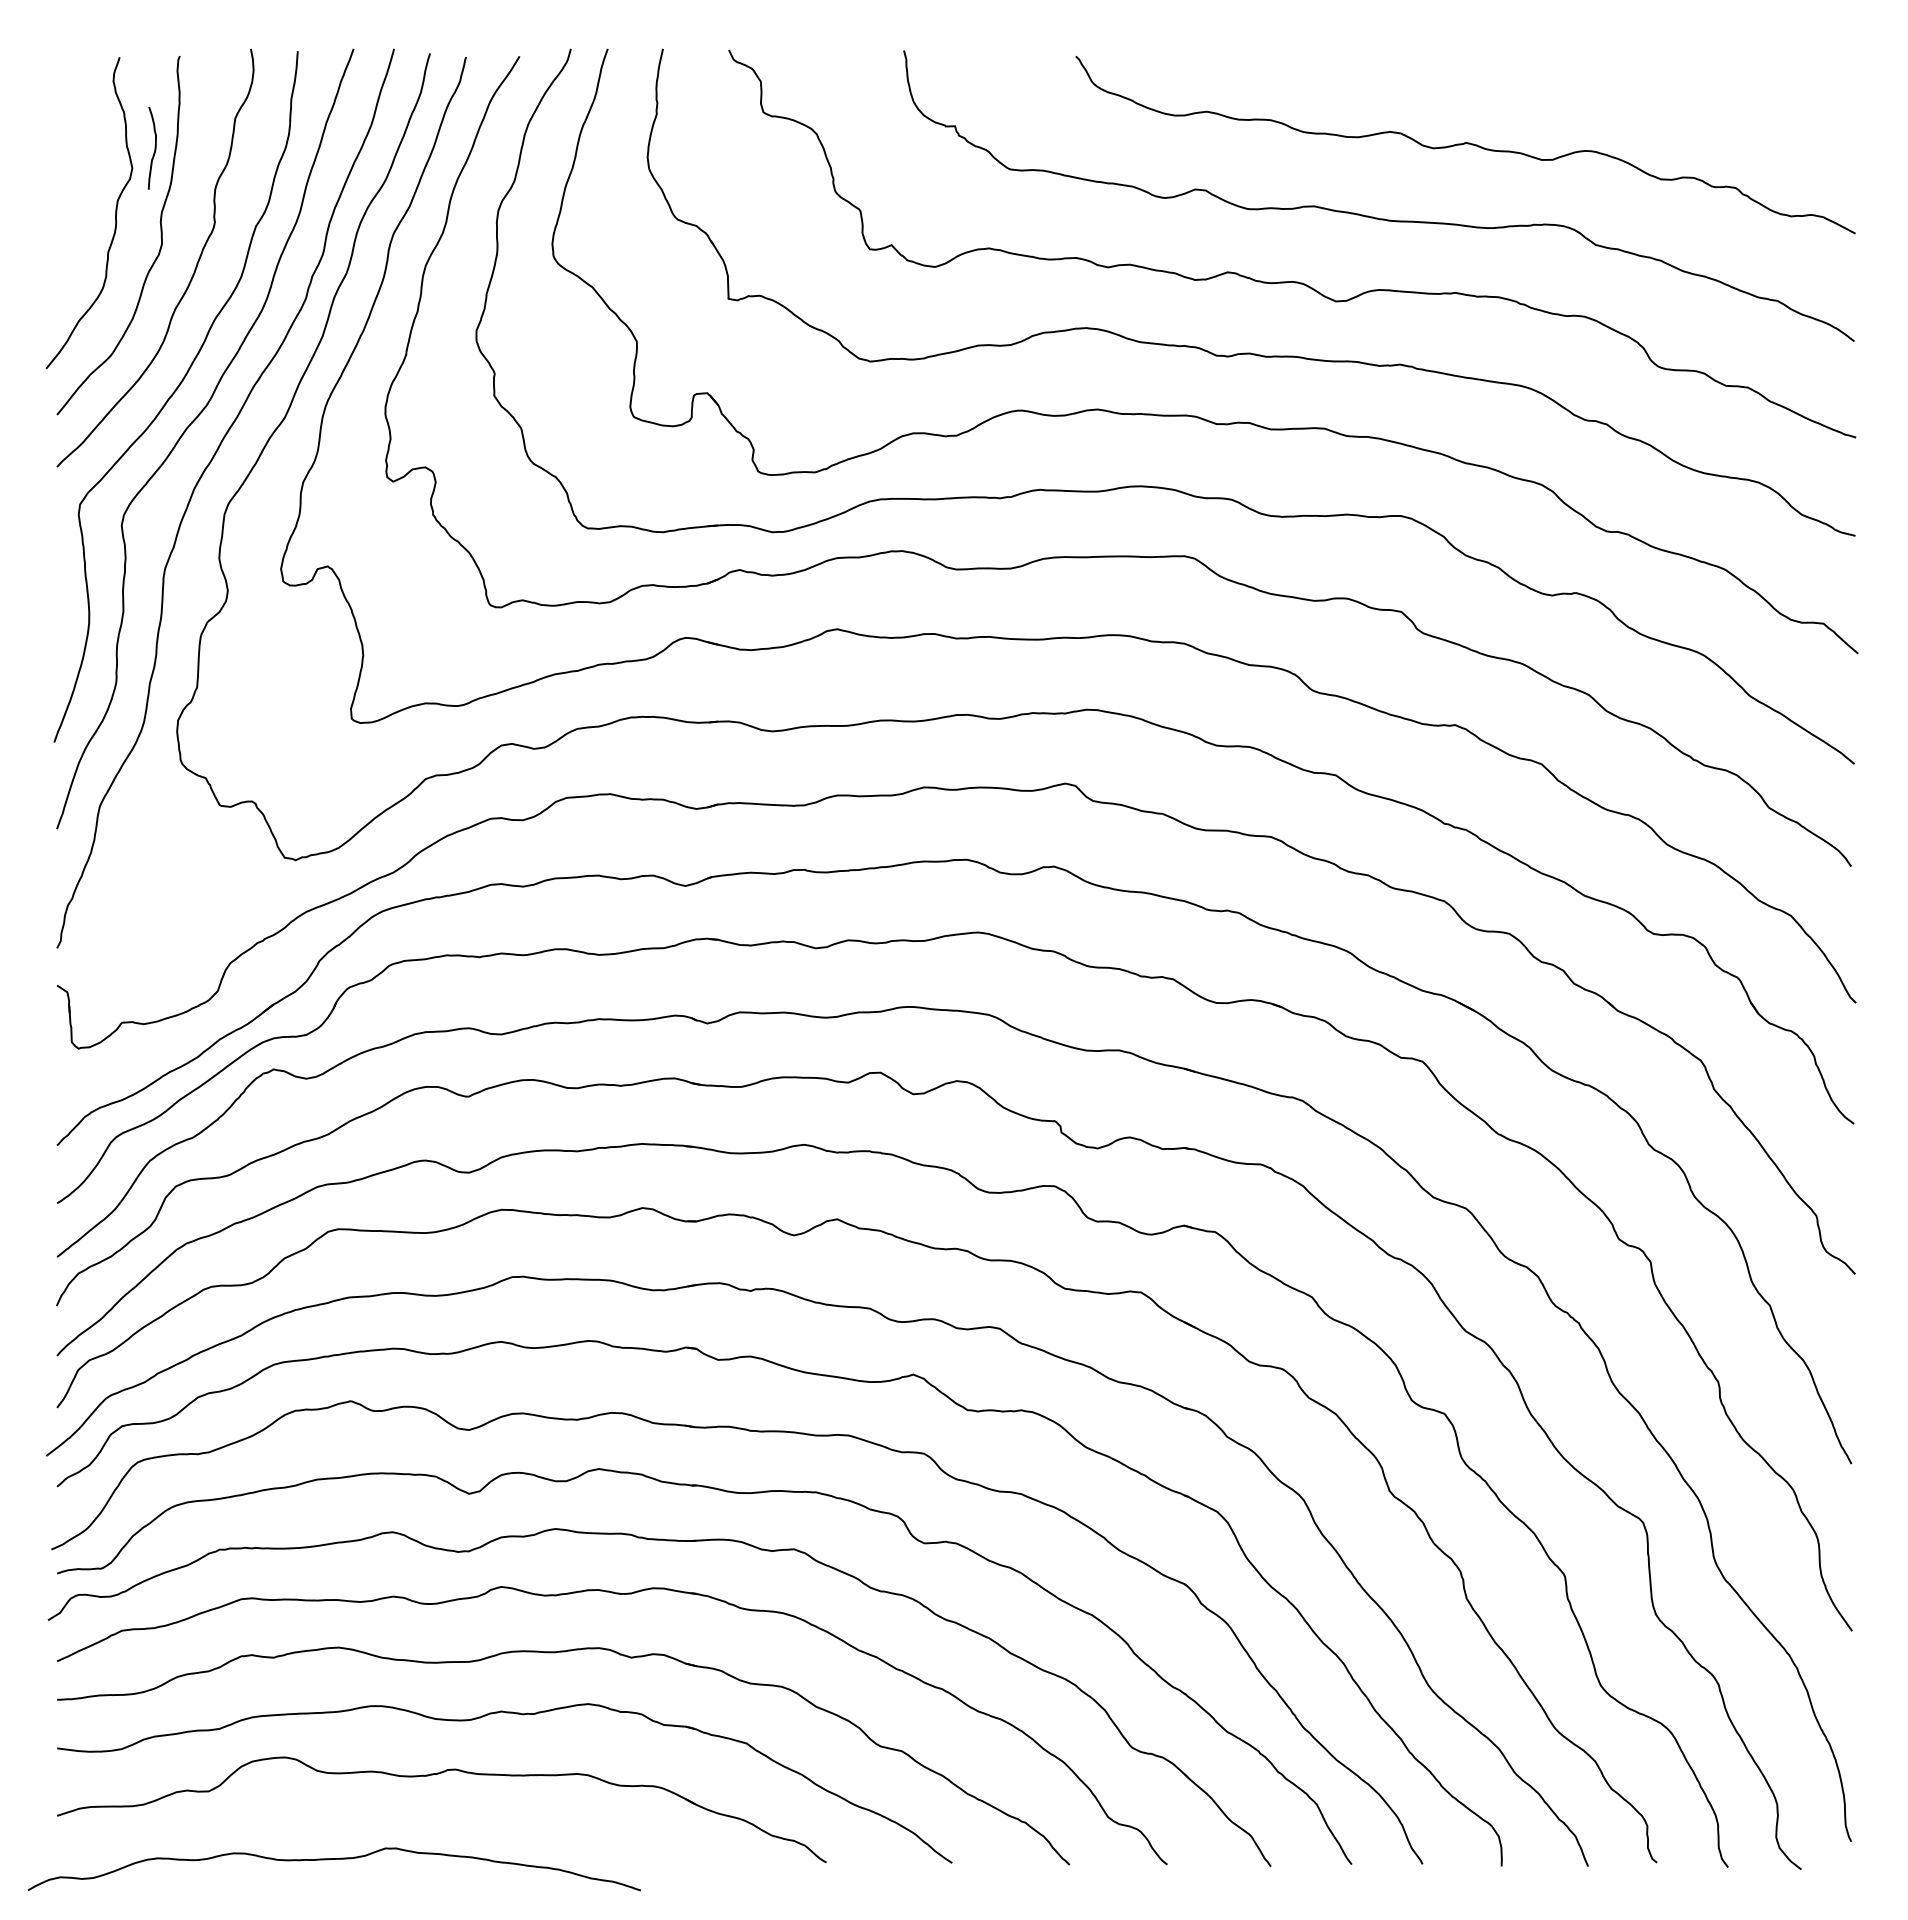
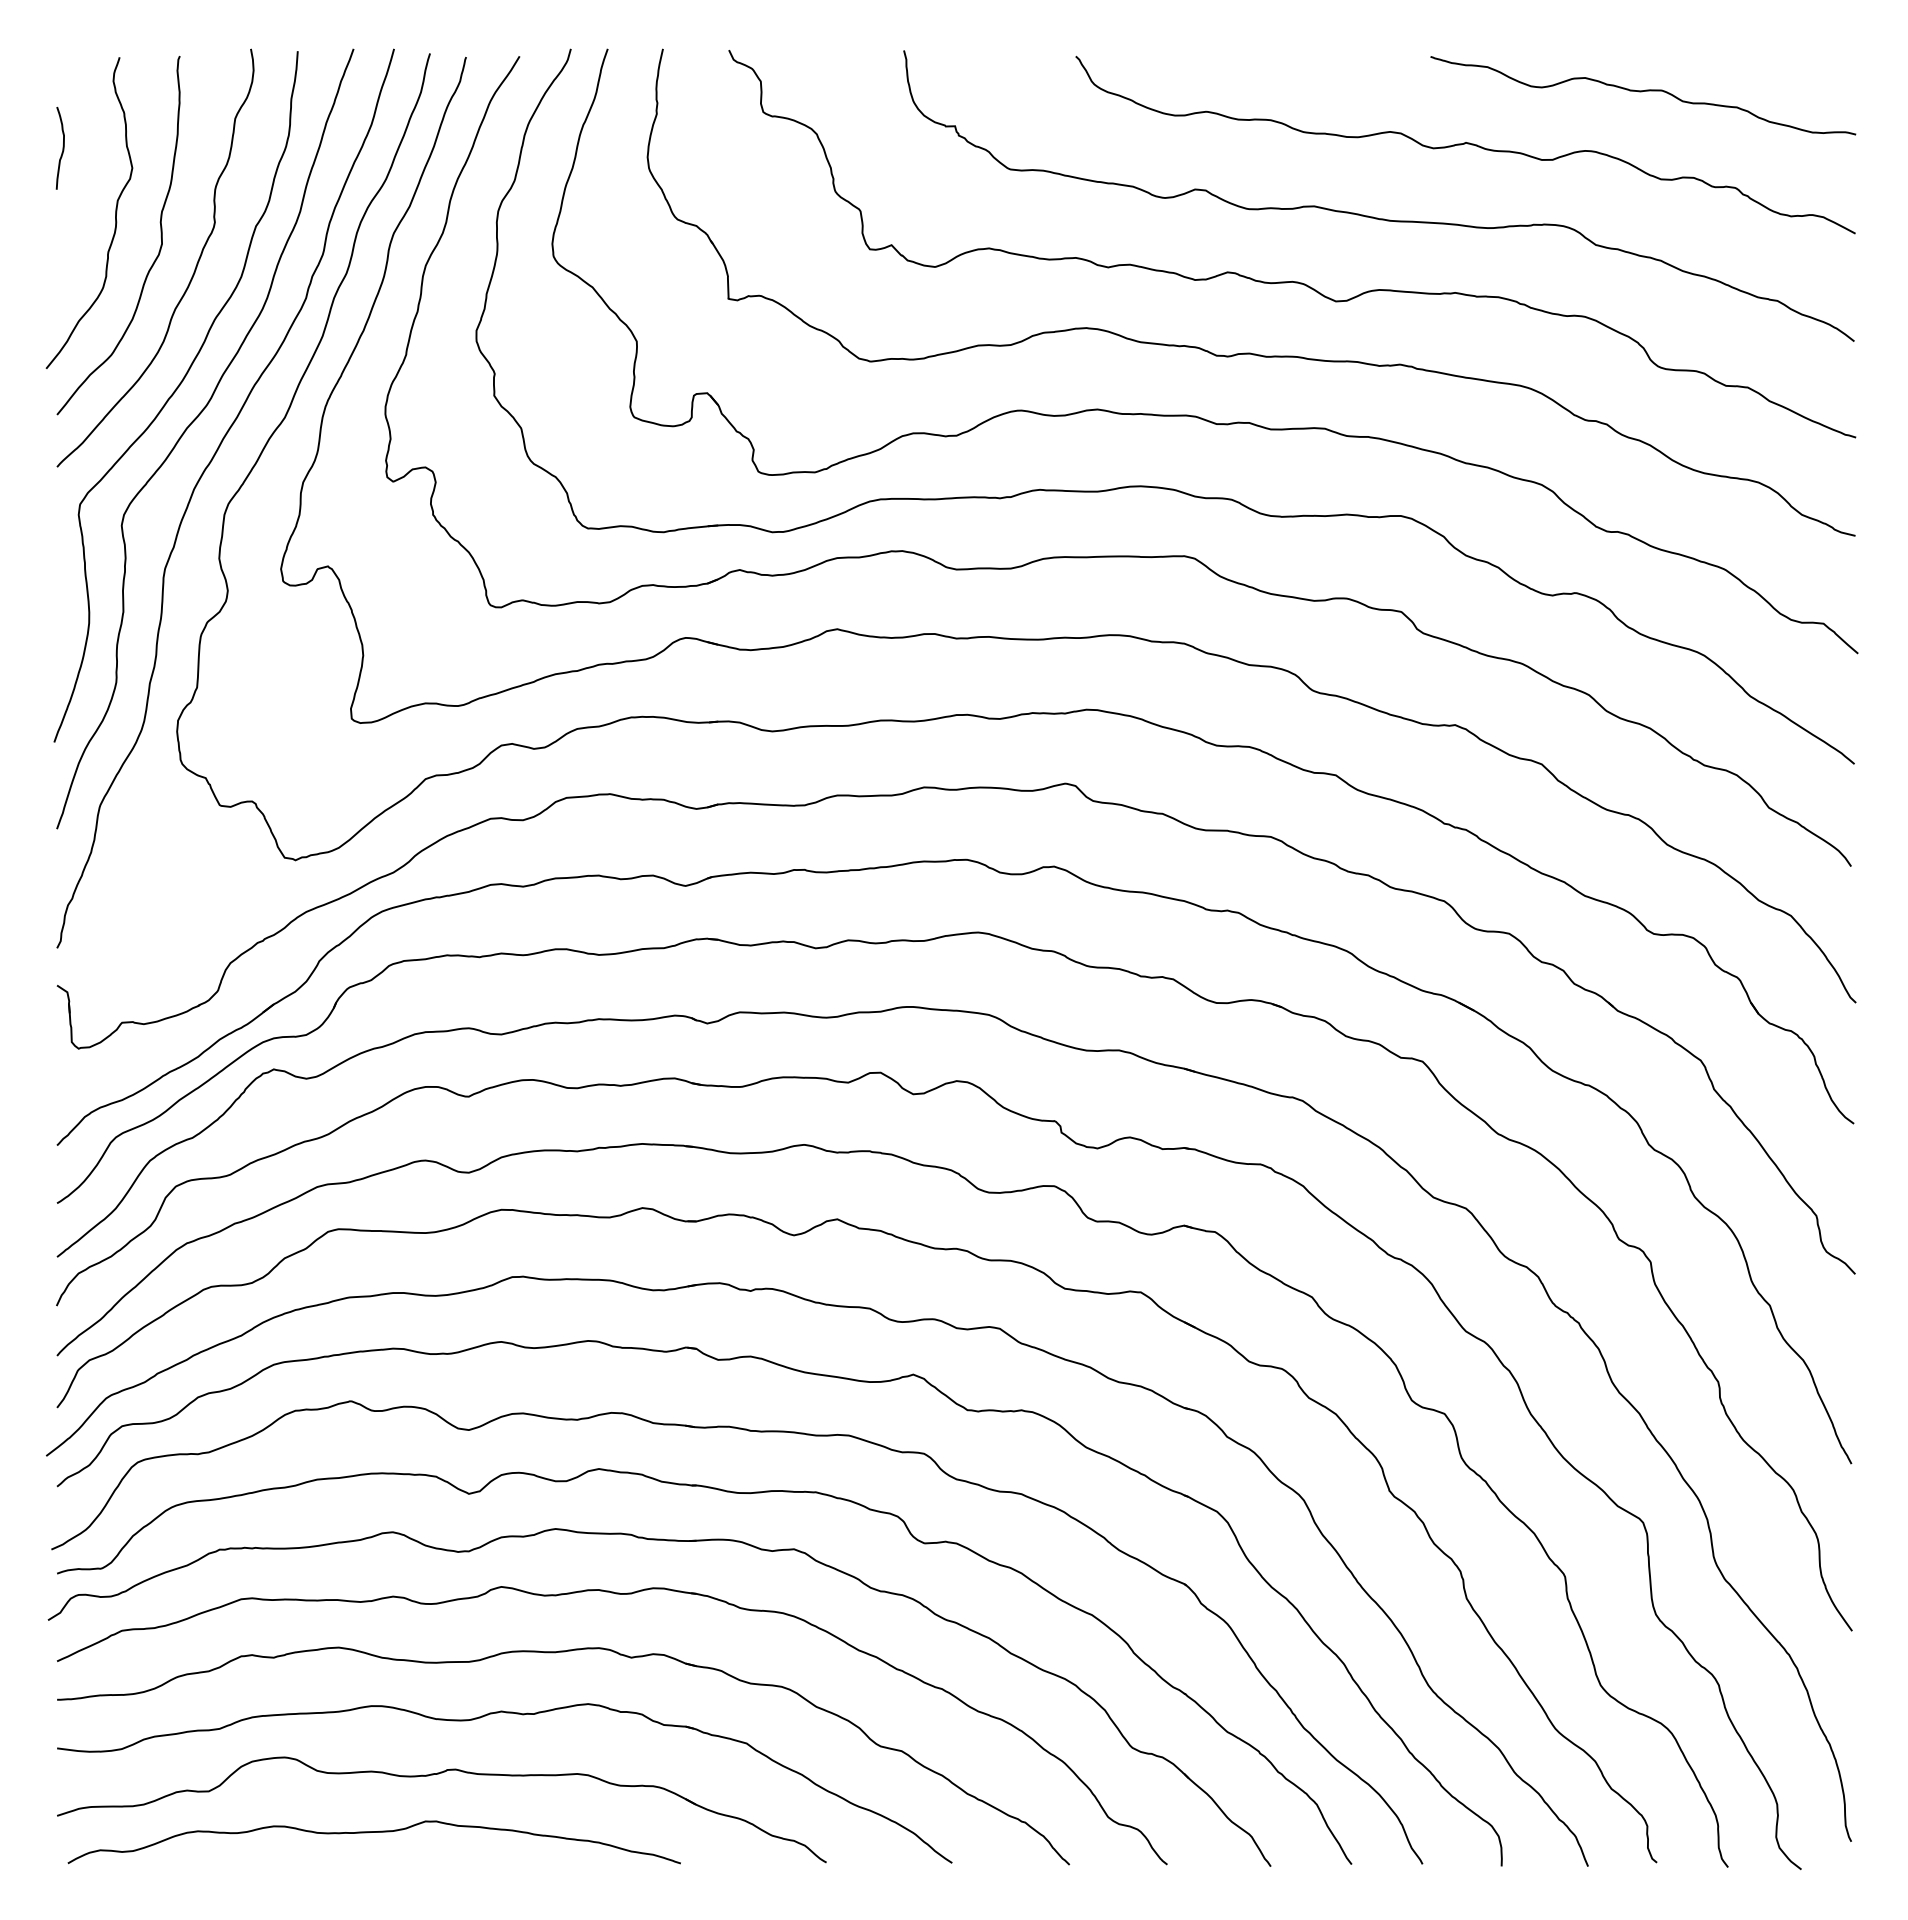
curve at (1642, 92): none -> present
curve at (154, 148) position: (154, 148) -> (62, 148)
curve at (333, 1859) position: (333, 1859) -> (373, 1832)
